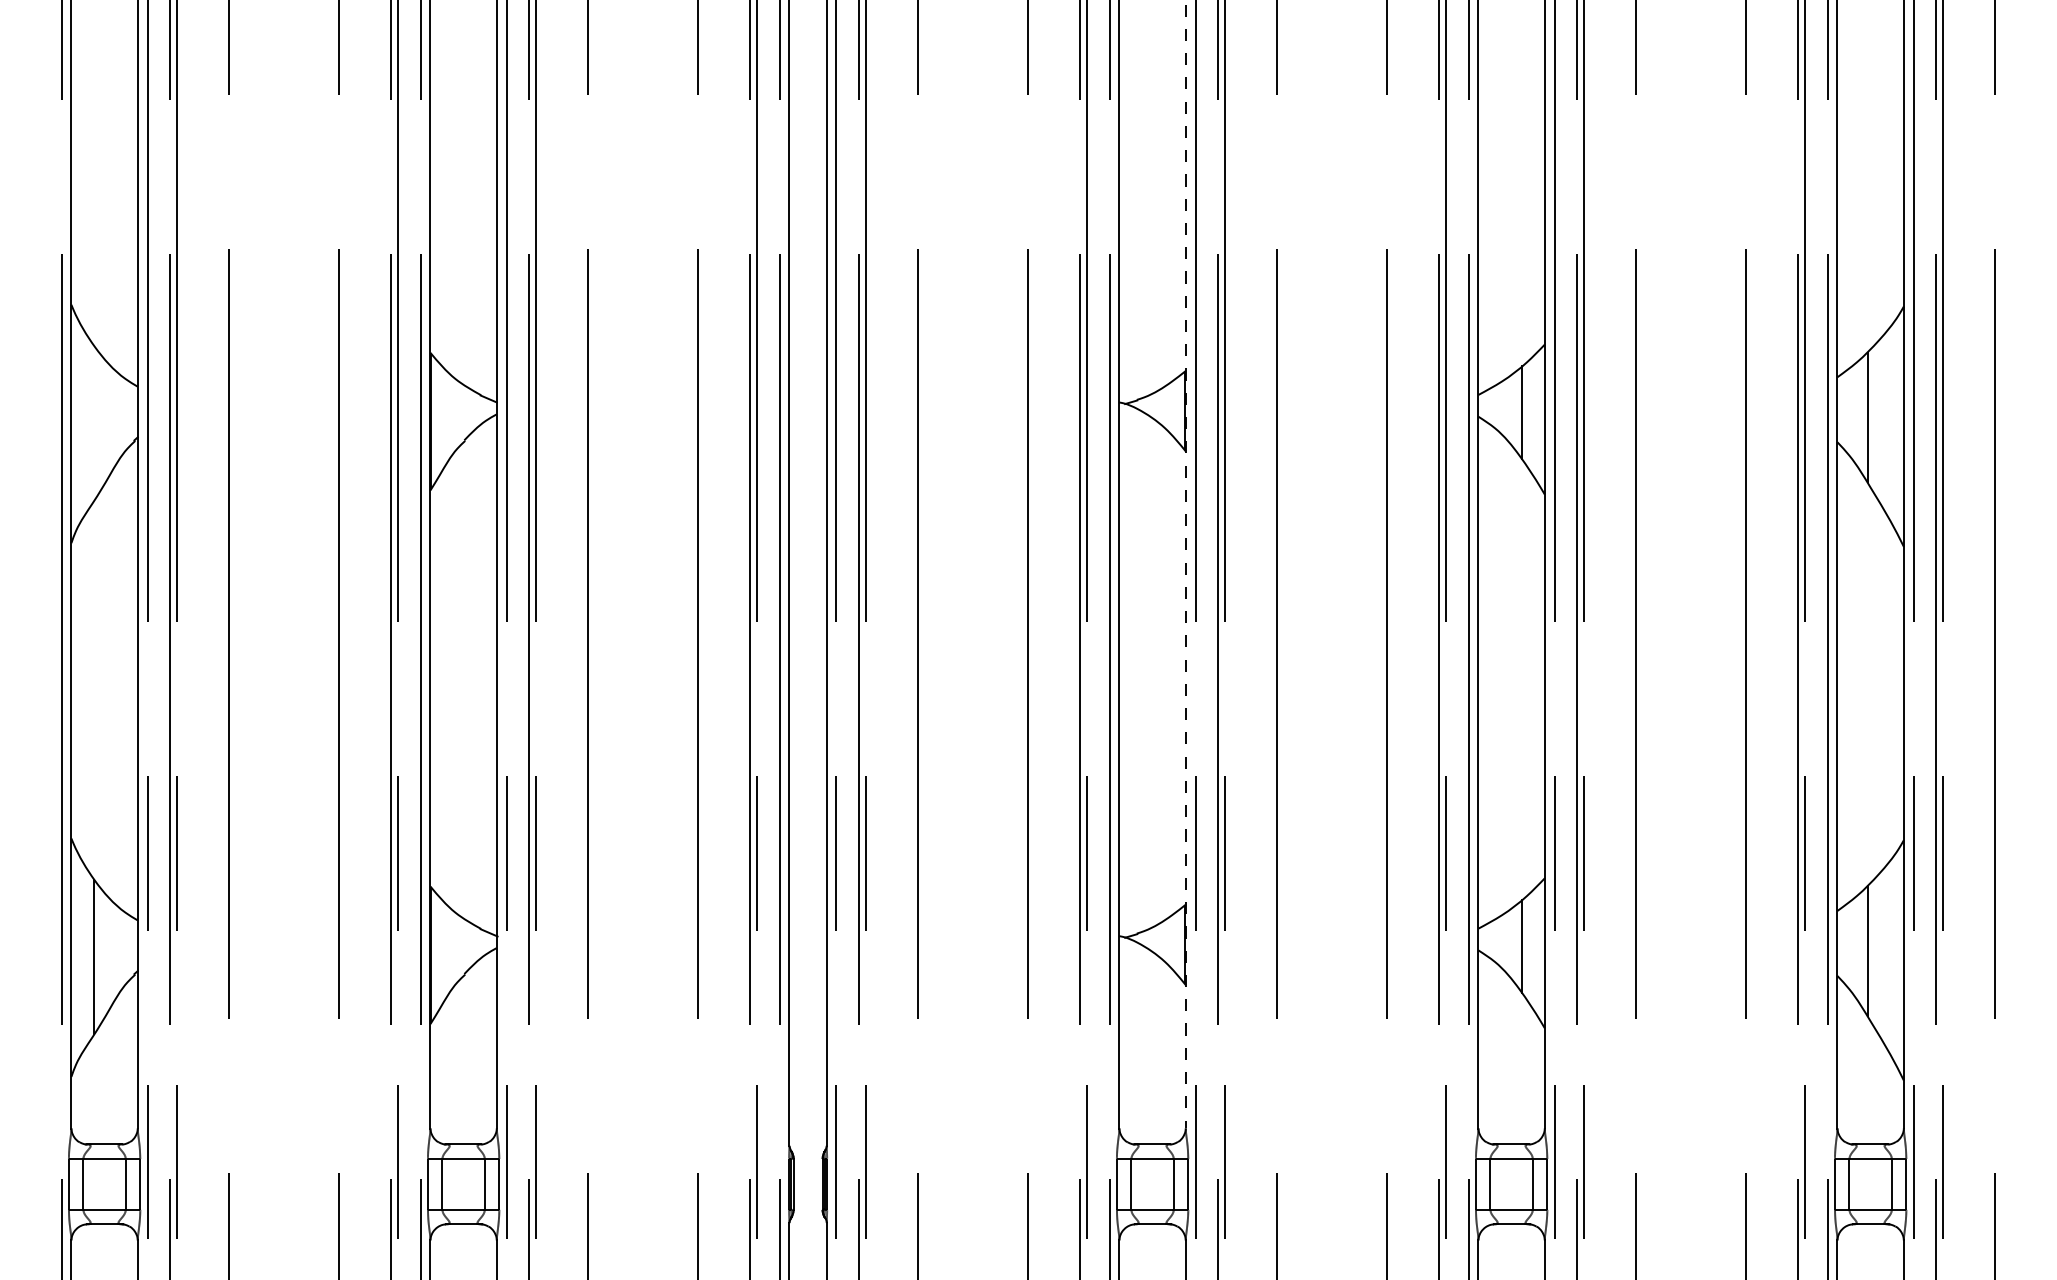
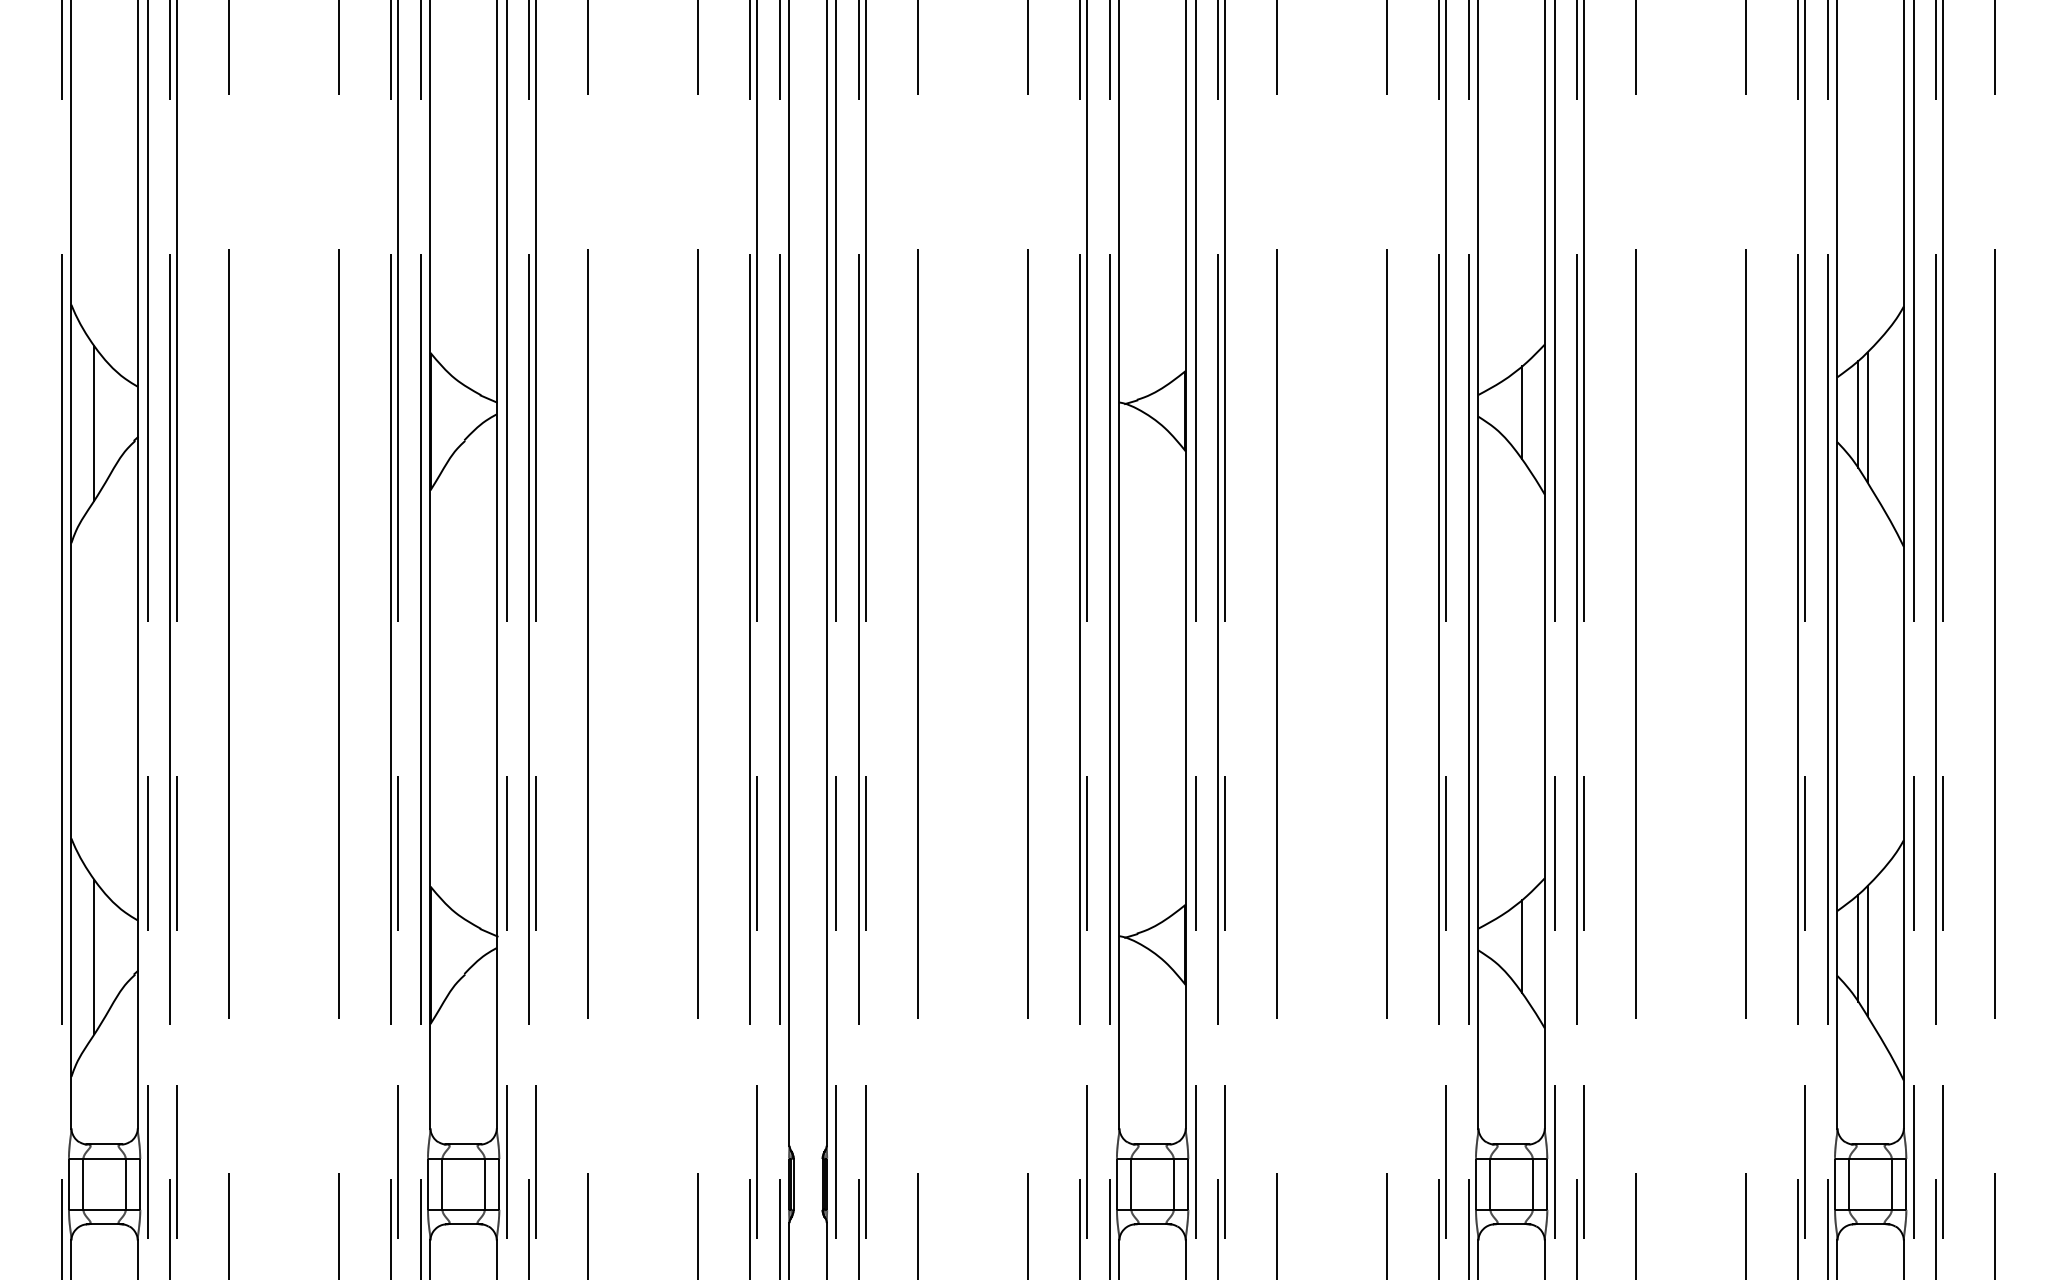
line at (1857, 414): none -> present
line at (94, 422): none -> present
line at (1185, 564): dashed -> solid
line at (1857, 948): none -> present
